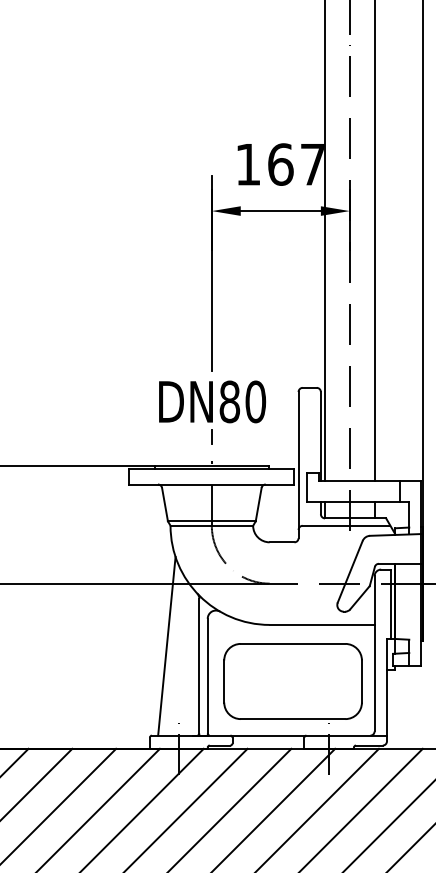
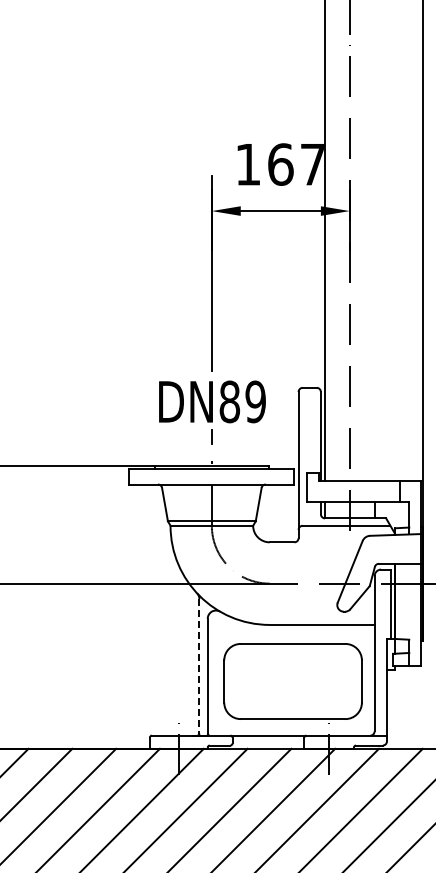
line at (374, 241): present -> none
text at (255, 401): DN80 -> DN89
line at (166, 645): present -> none
line at (199, 666): solid -> dashed
